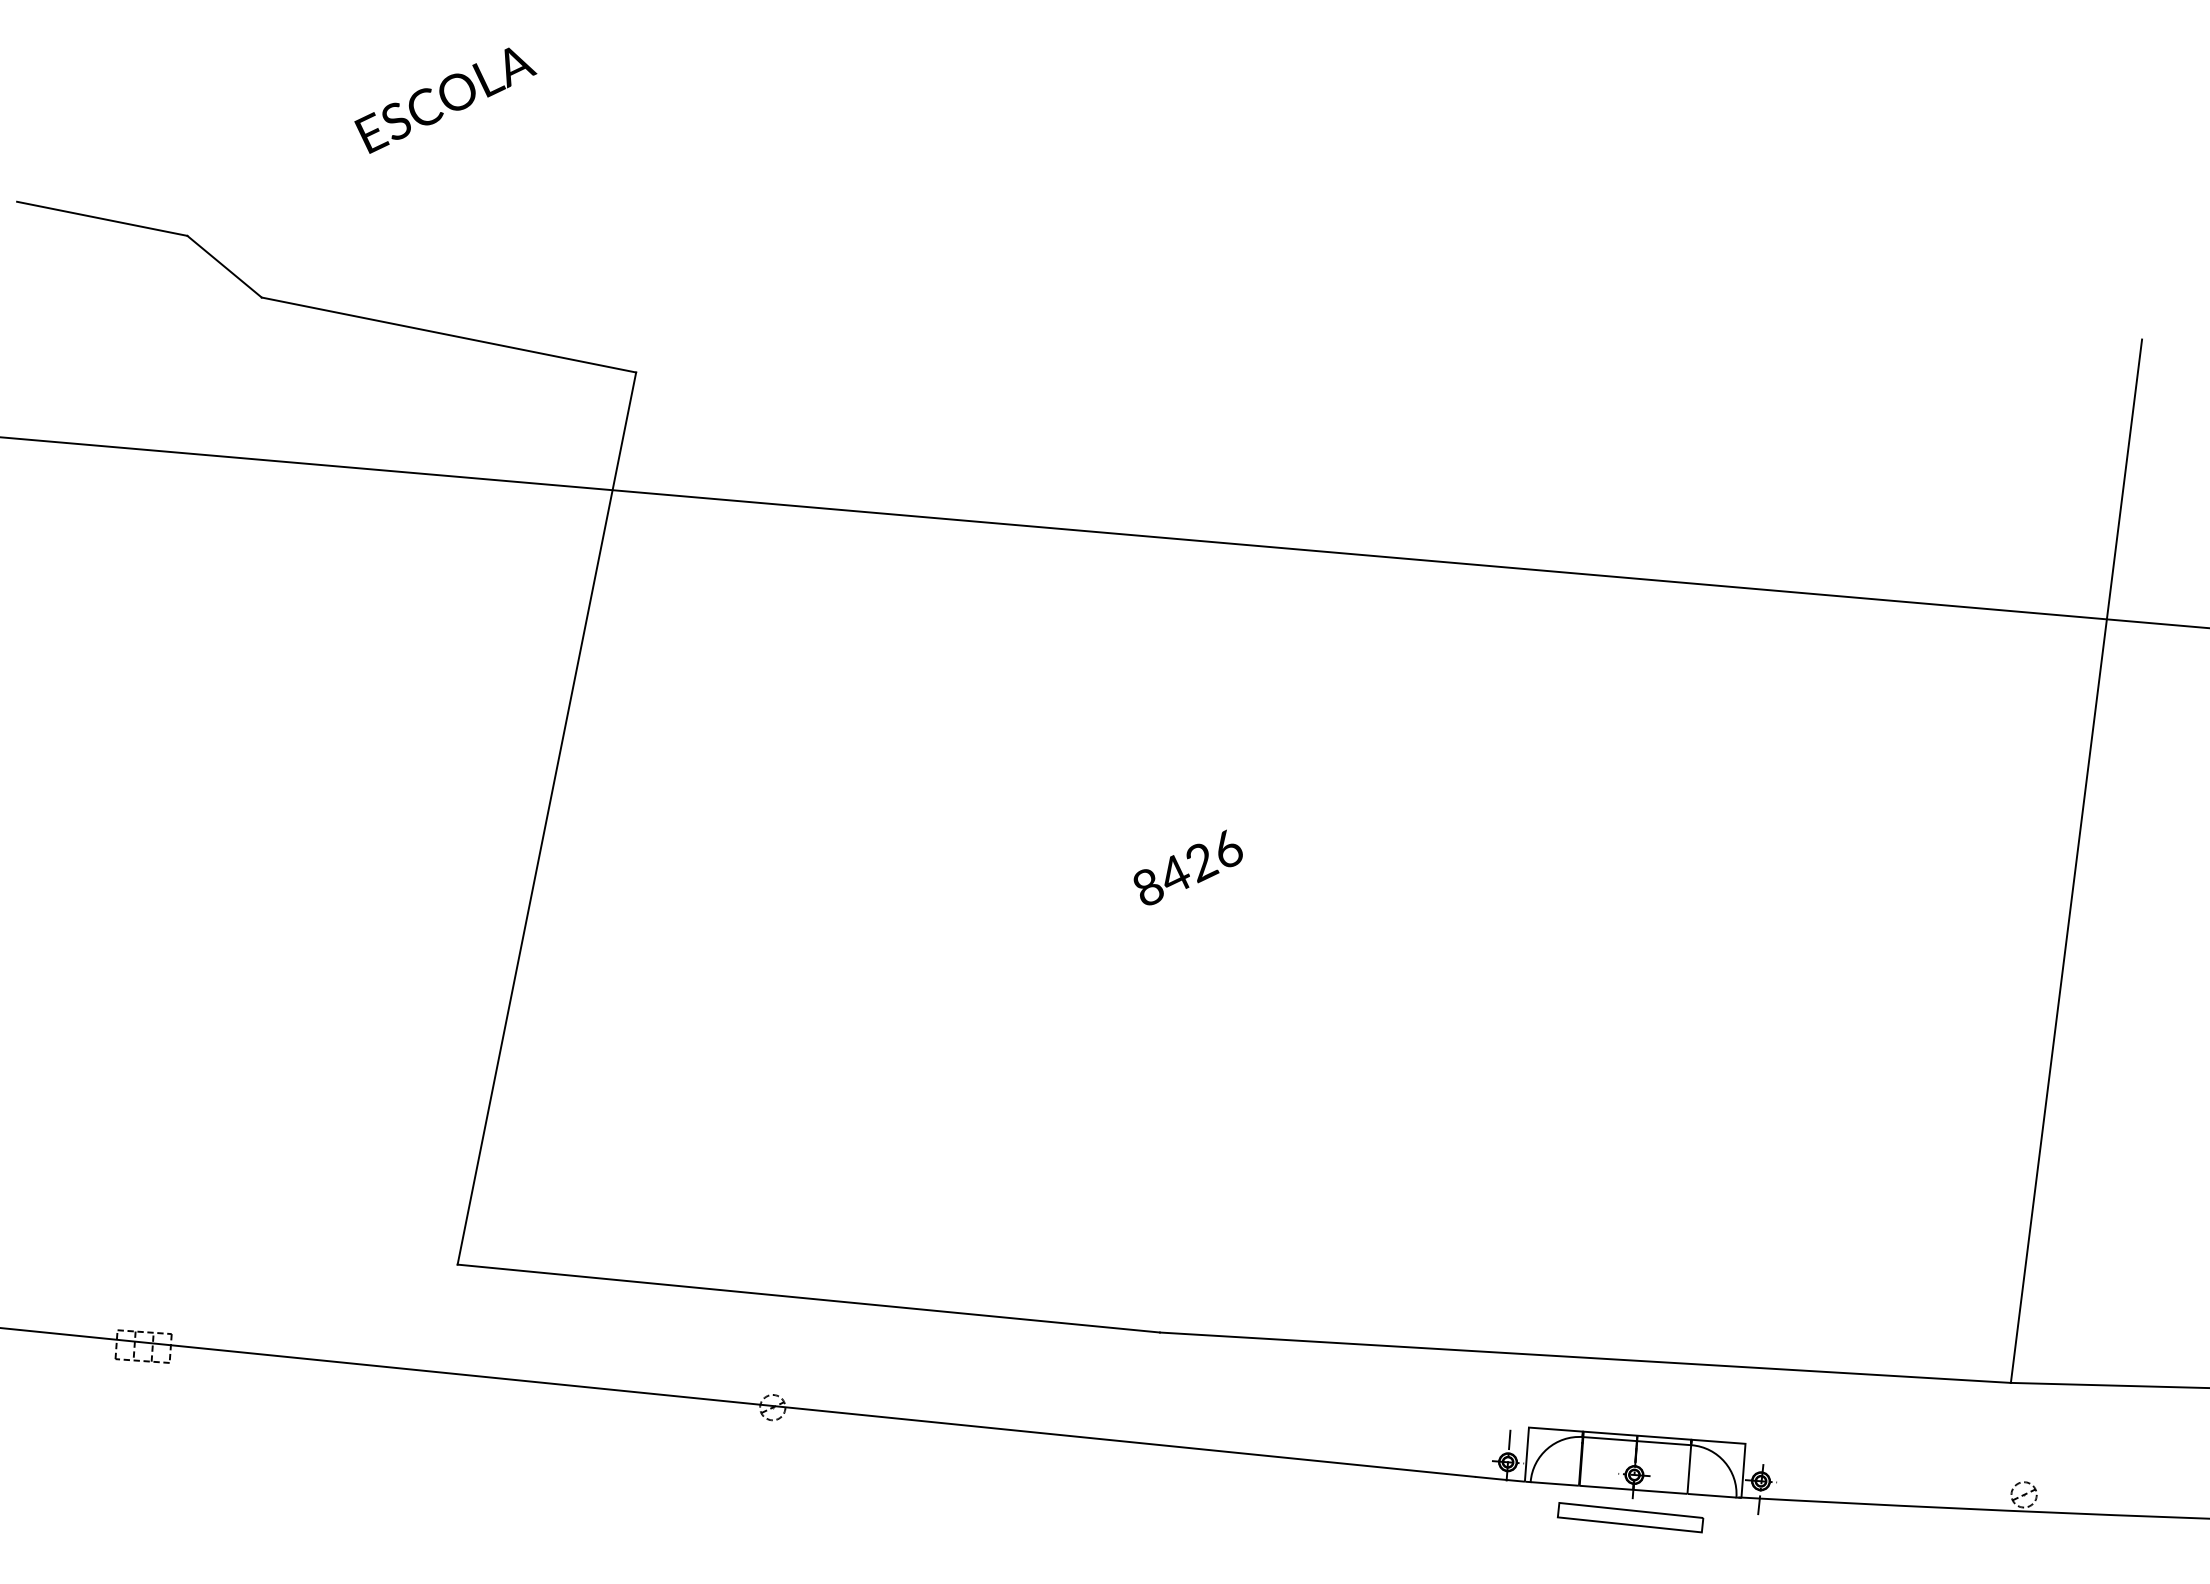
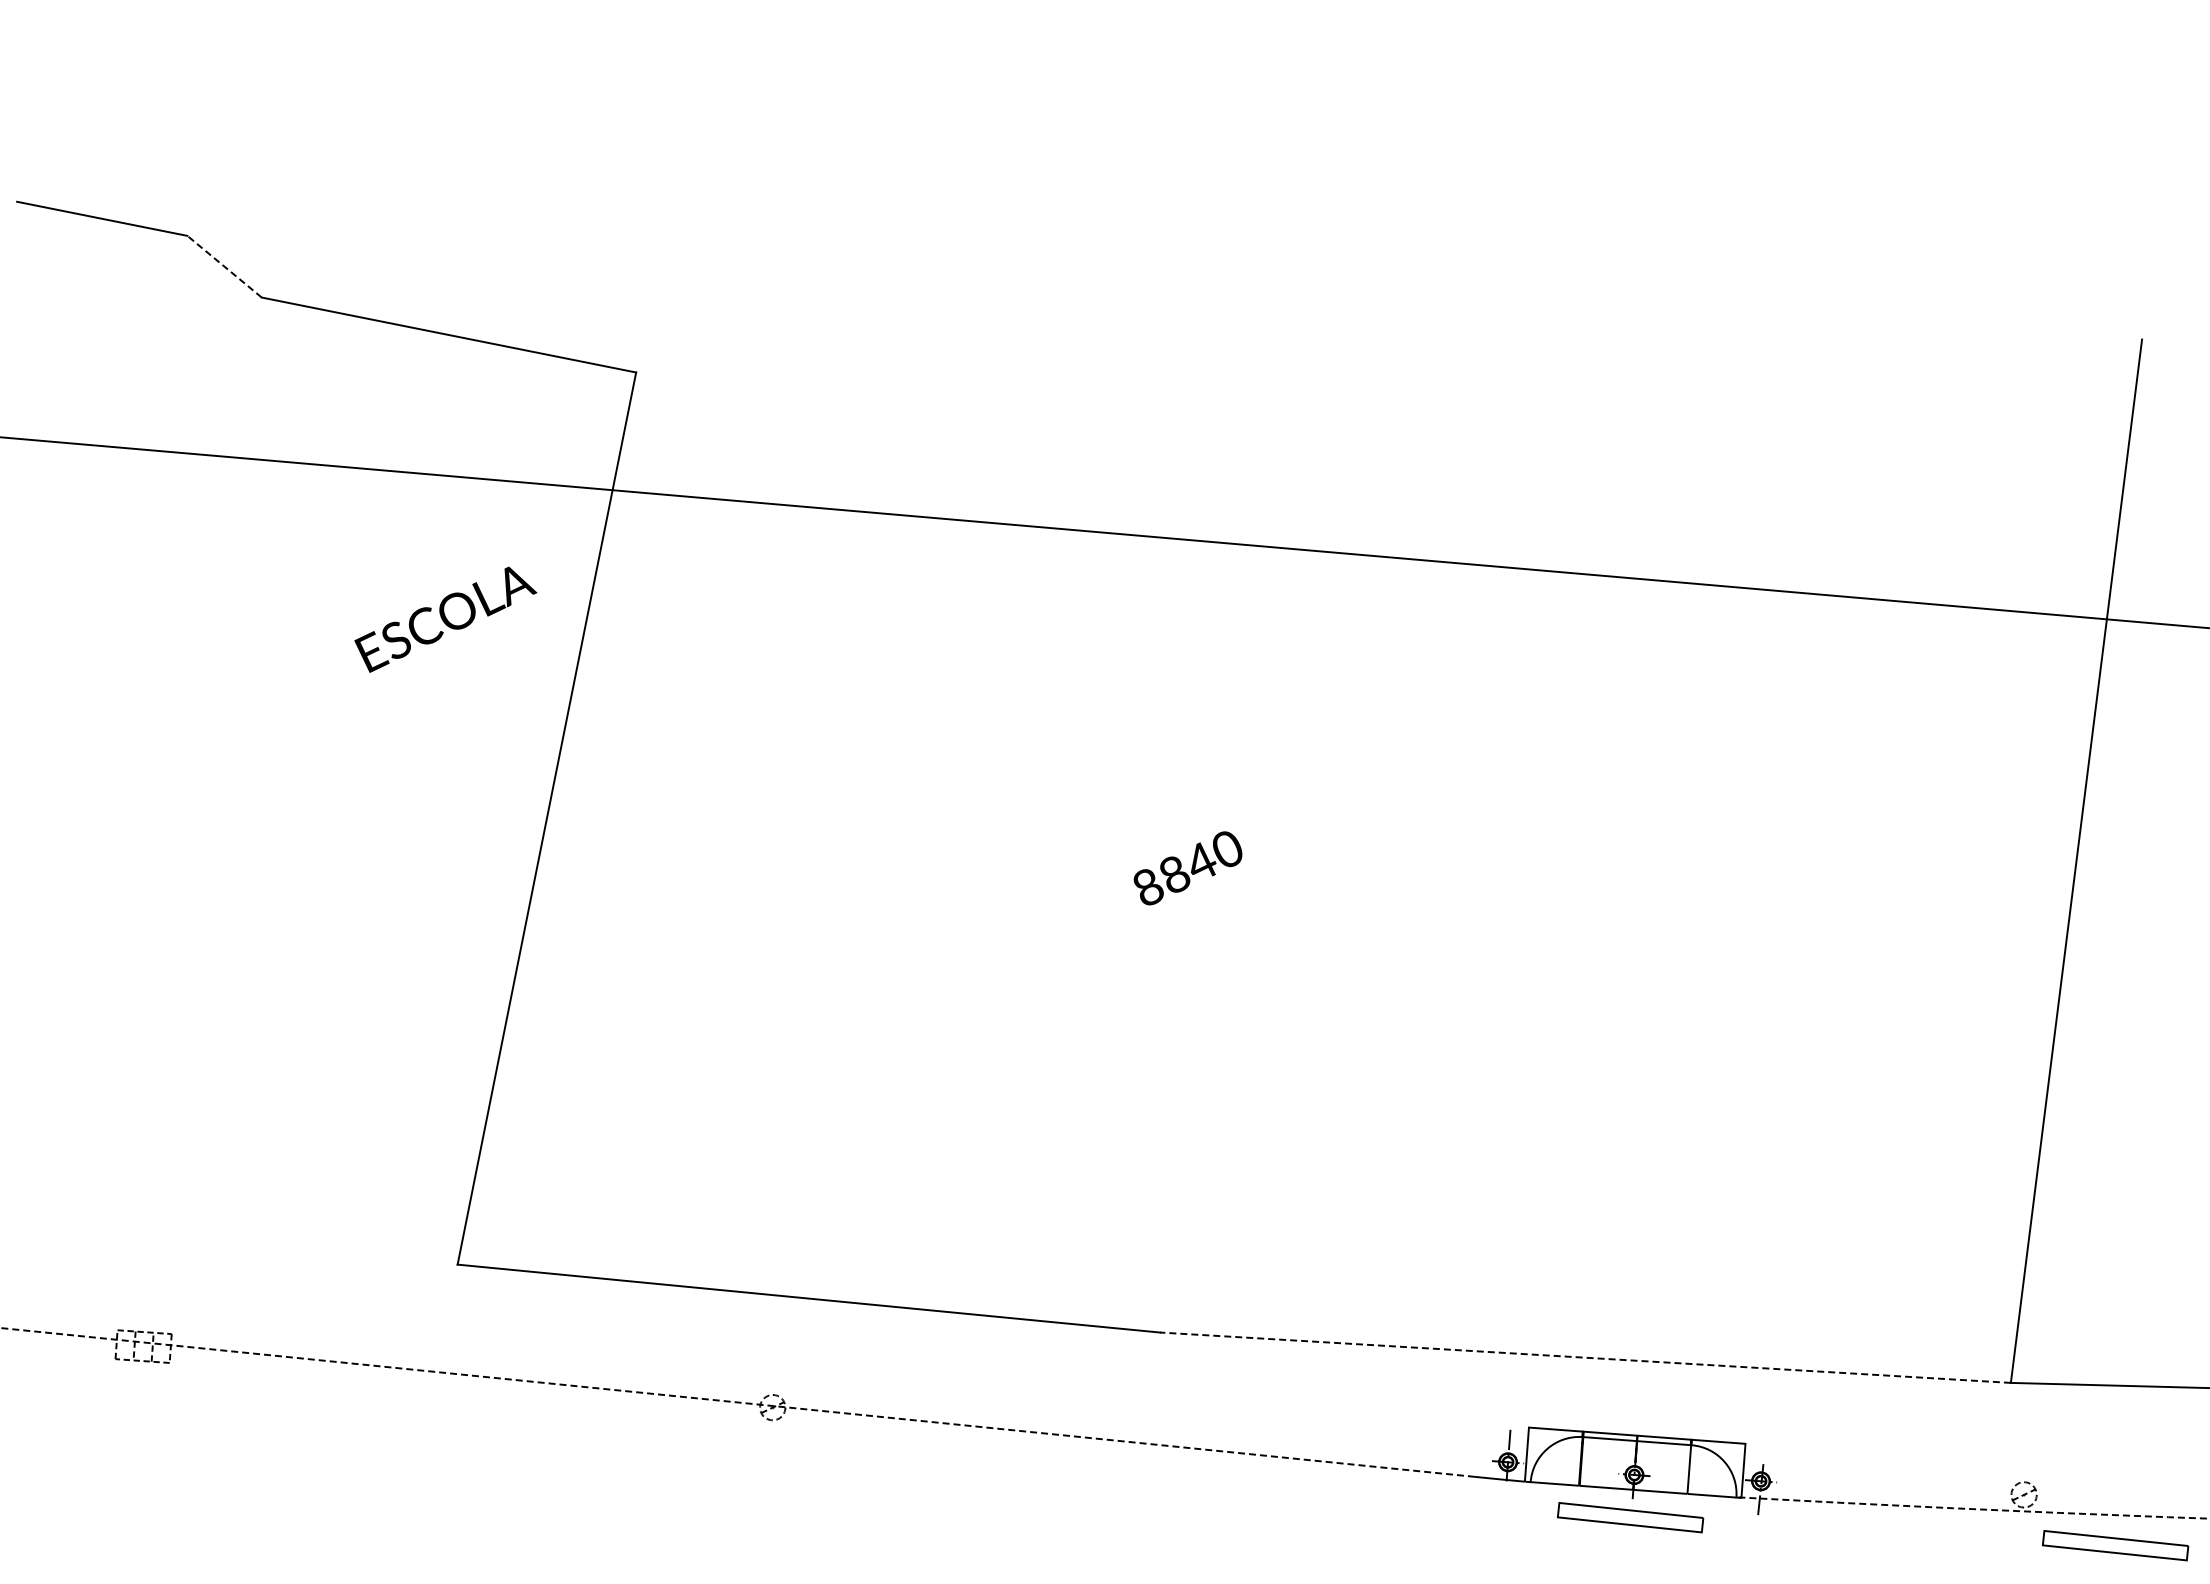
text at (445, 100) position: (445, 100) -> (445, 619)
line at (224, 266): solid -> dashed
text at (1201, 860): 8426 -> 8840
line at (1584, 1357): solid -> dashed
line at (737, 1402): solid -> dashed
arc at (1974, 1509): solid -> dashed
part at (2115, 1545): none -> present
